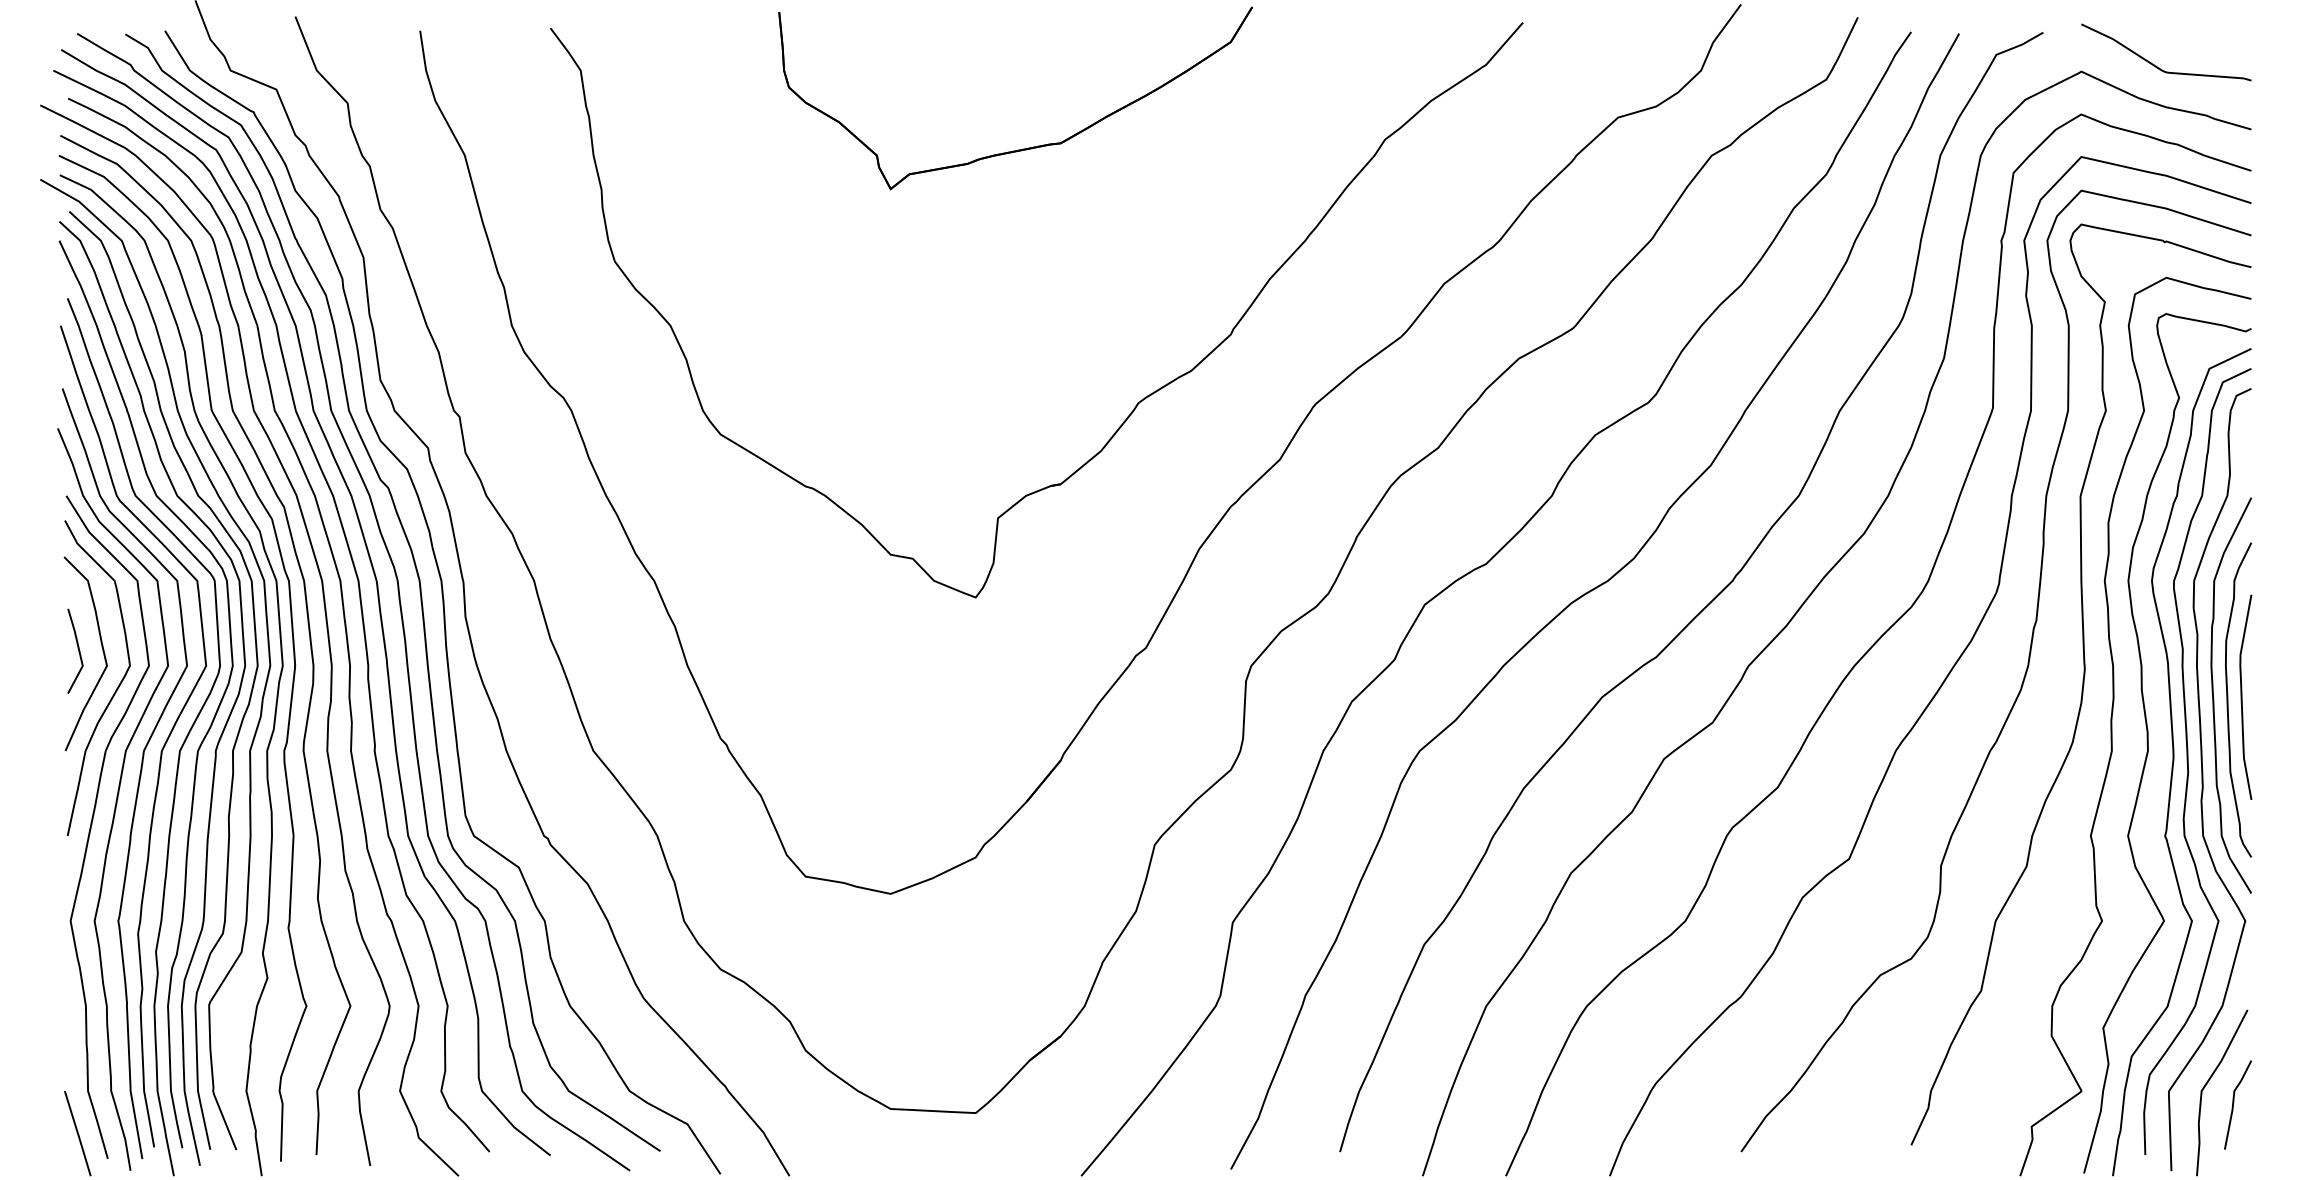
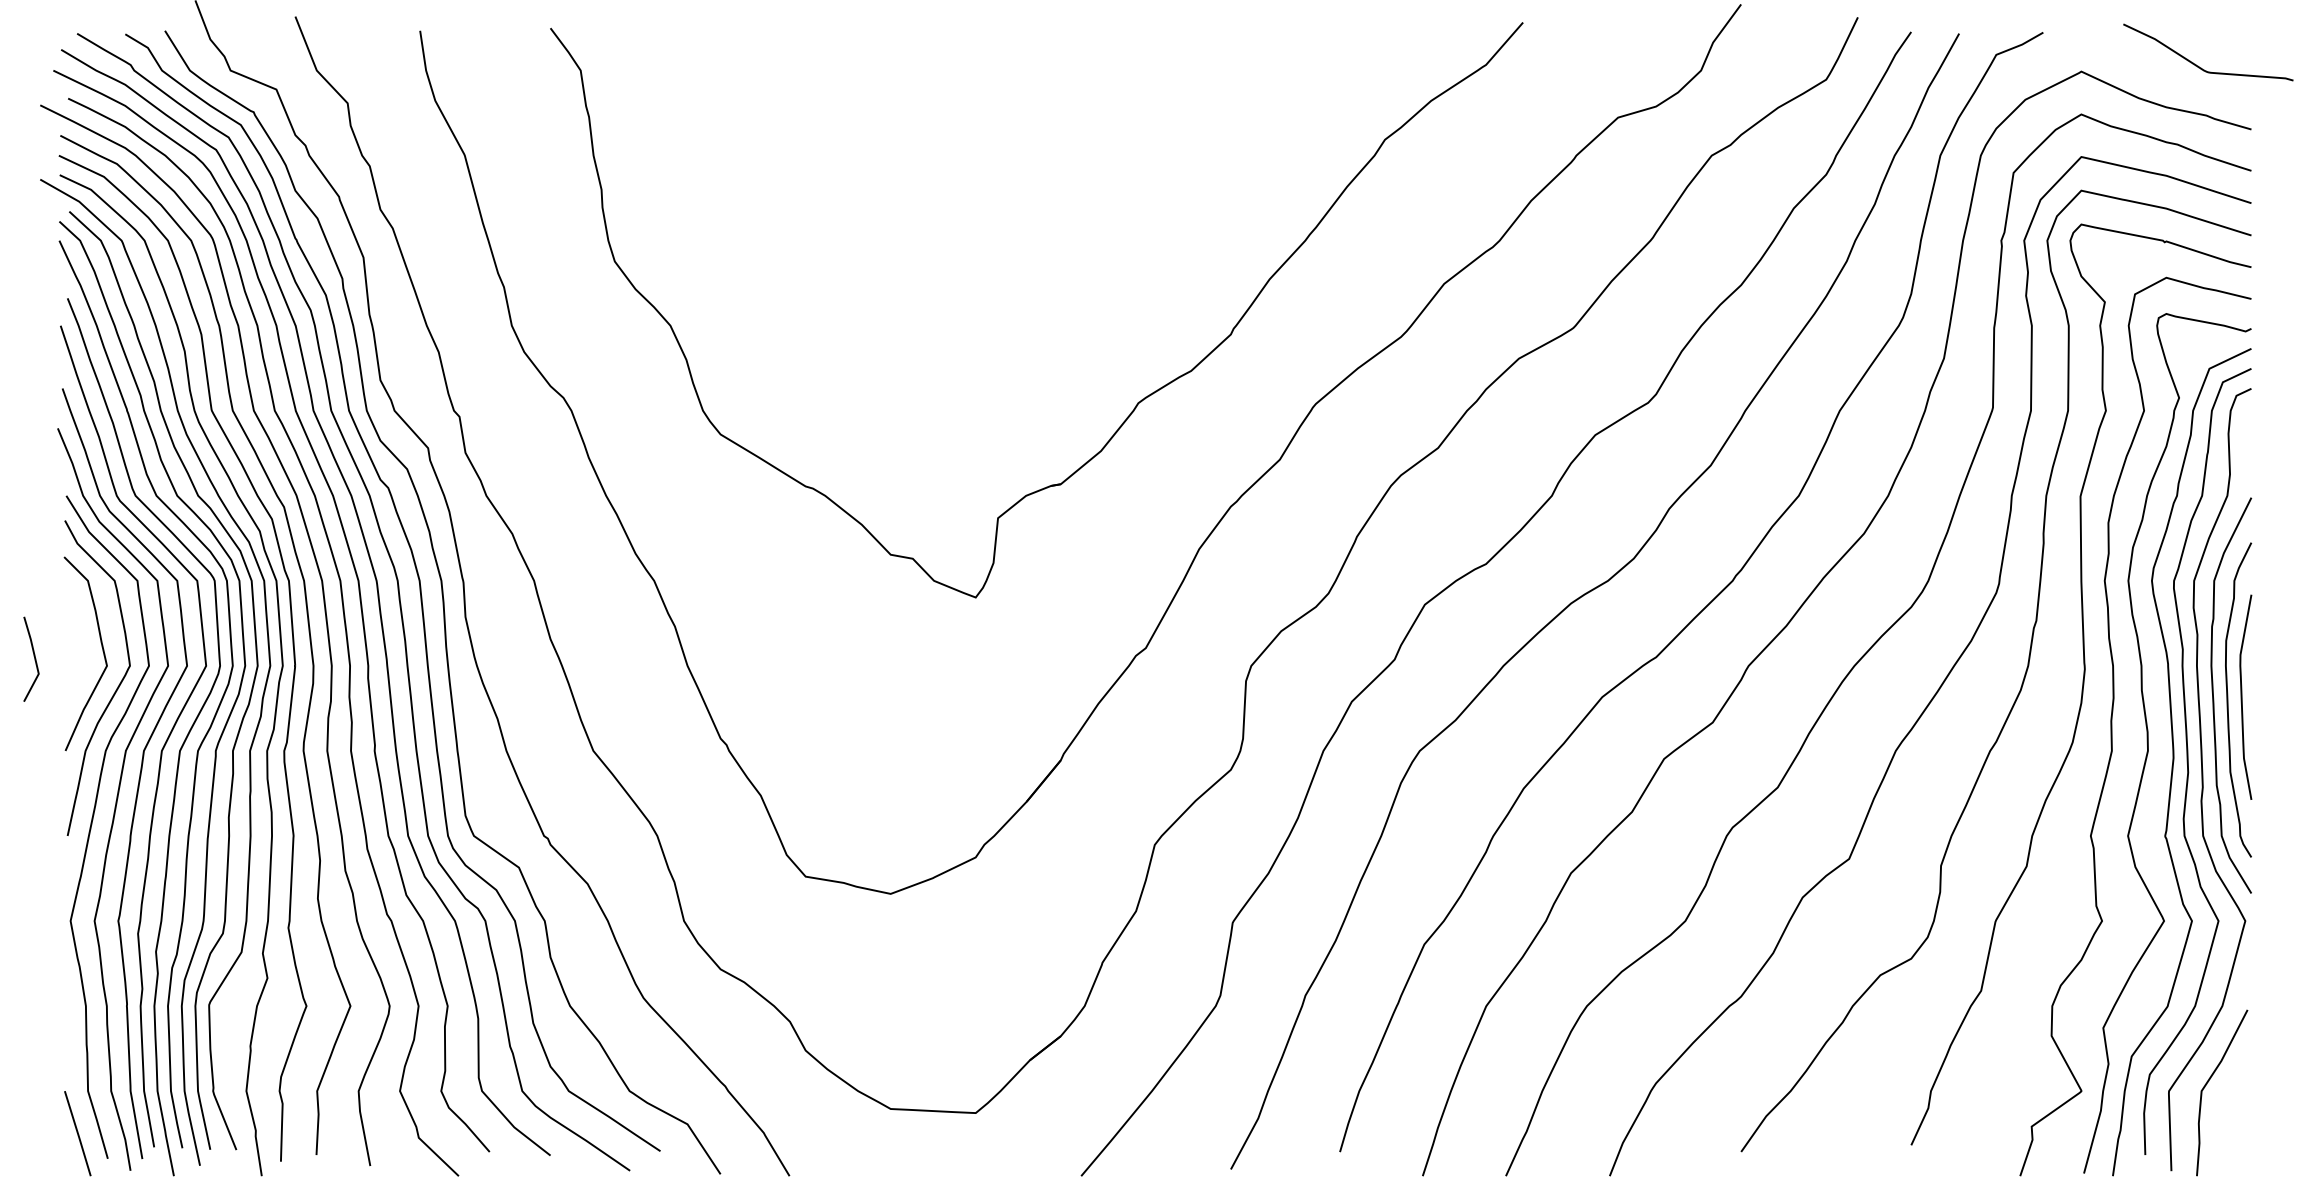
curve at (2156, 65) position: (2156, 65) -> (2198, 65)
part at (1023, 148): present -> none
line at (77, 648) position: (77, 648) -> (33, 656)
line at (2234, 1103): present -> none
